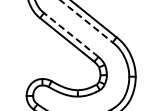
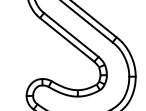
line at (87, 21): dashed -> solid
line at (71, 35): dashed -> solid
